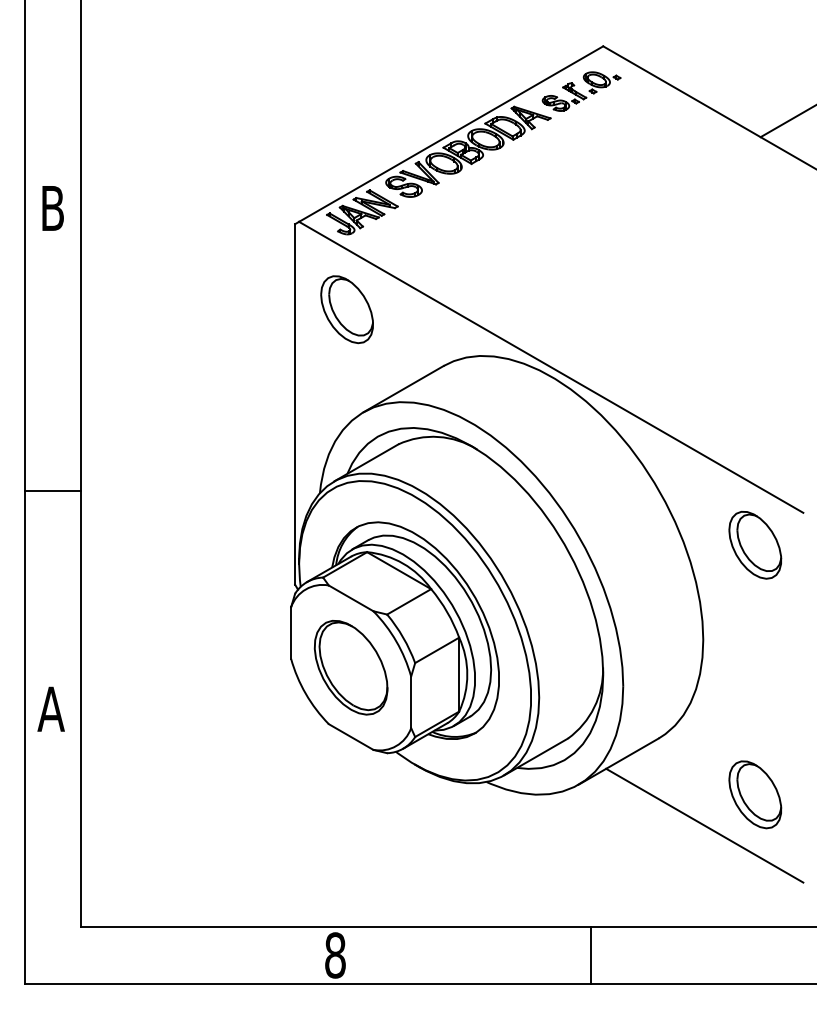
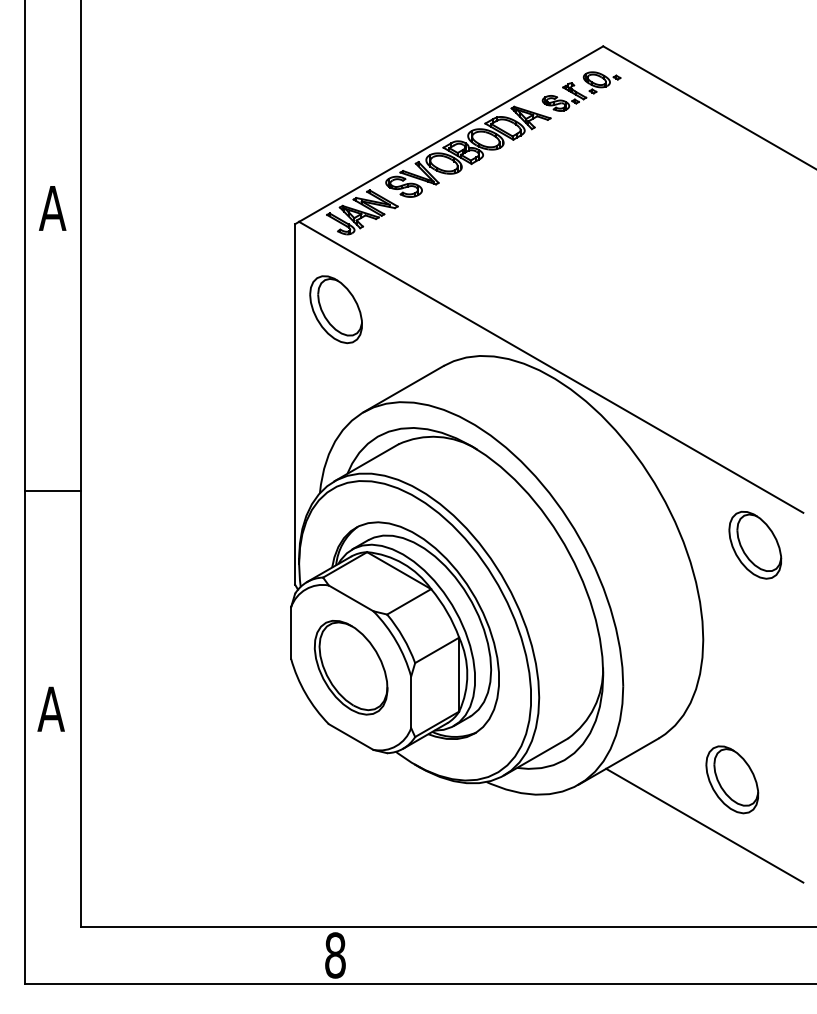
line at (786, 121): present -> none
text at (52, 208): B -> A
part at (346, 309) position: (346, 309) -> (335, 309)
part at (755, 794) position: (755, 794) -> (732, 779)
line at (590, 954): present -> none
